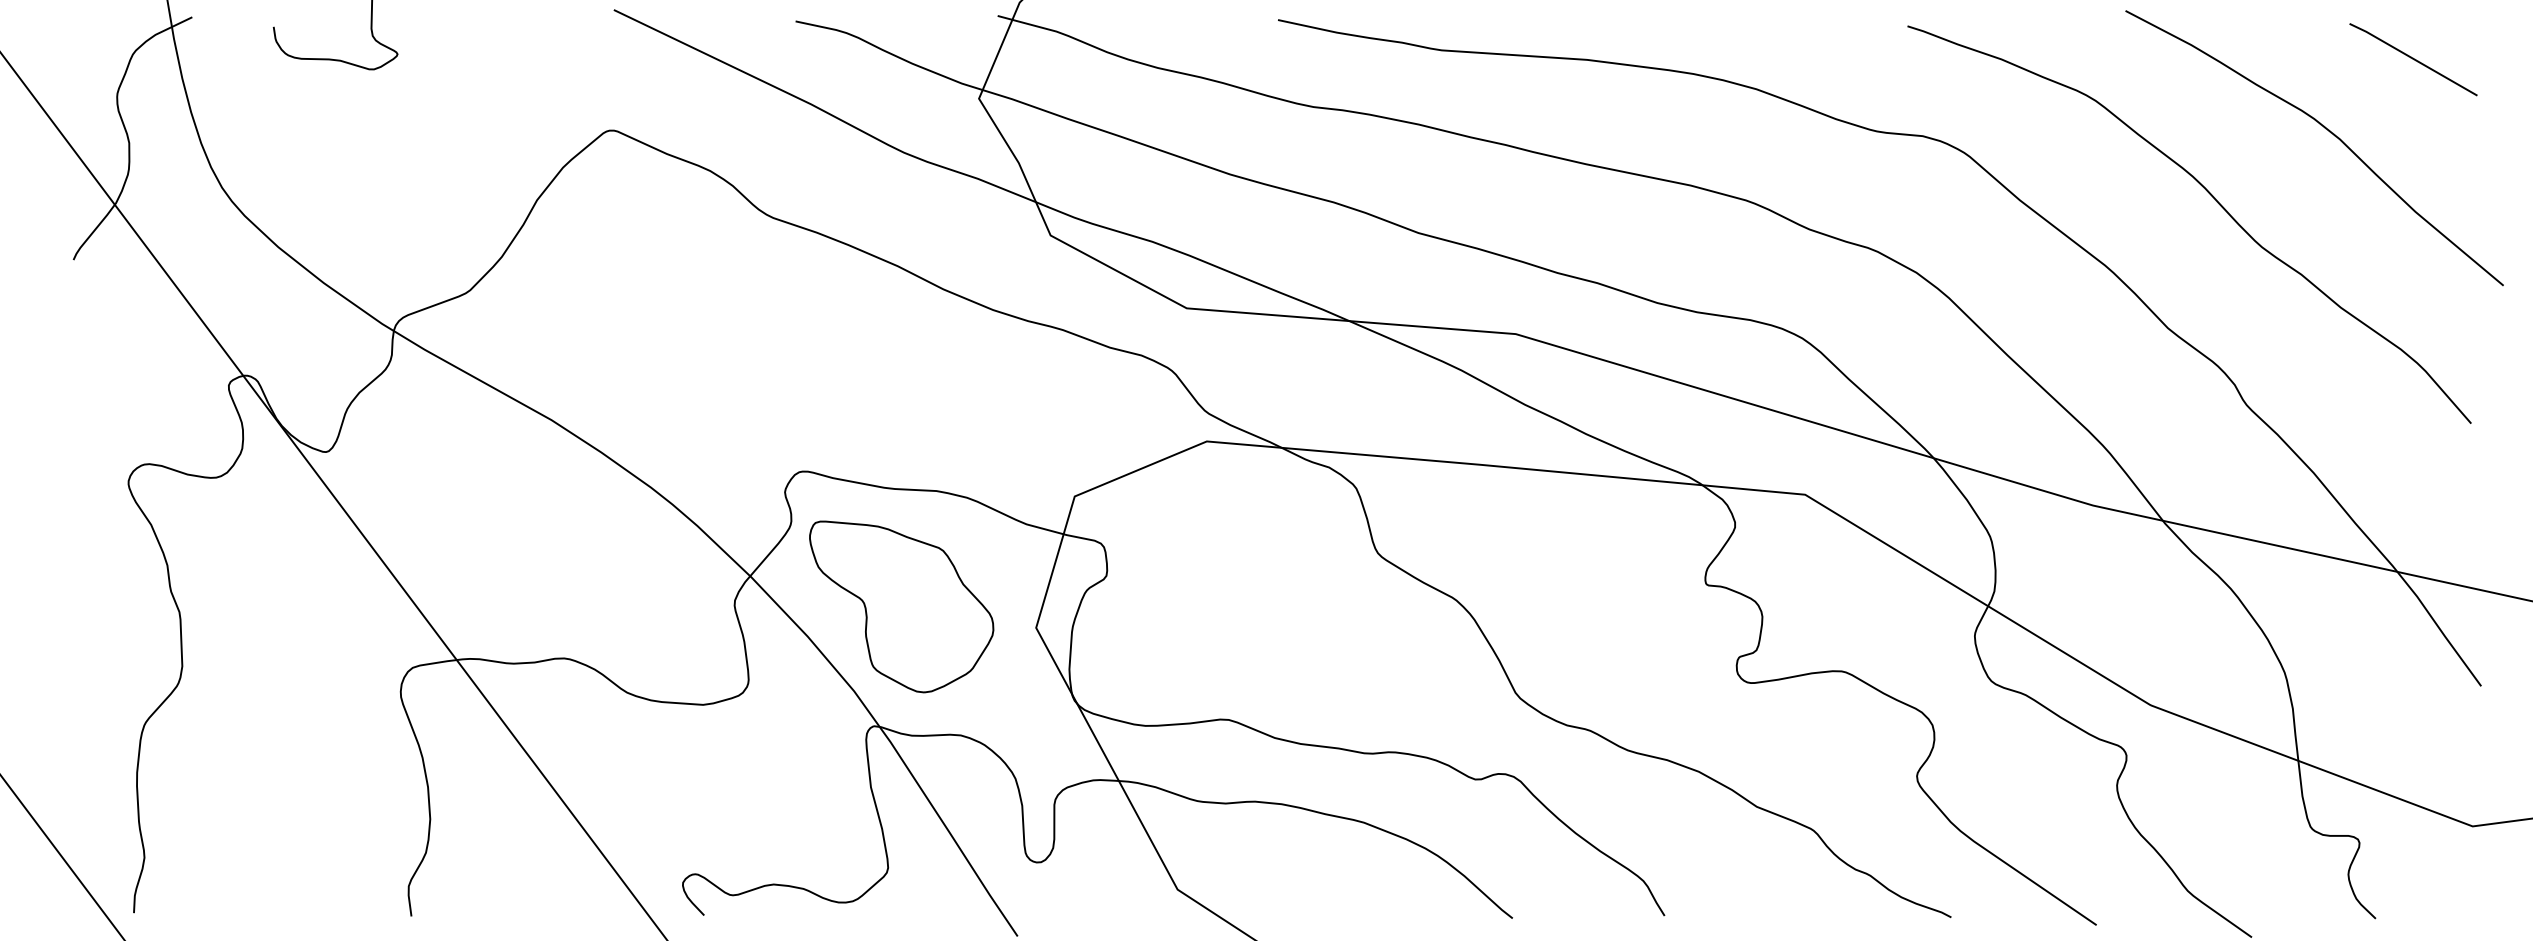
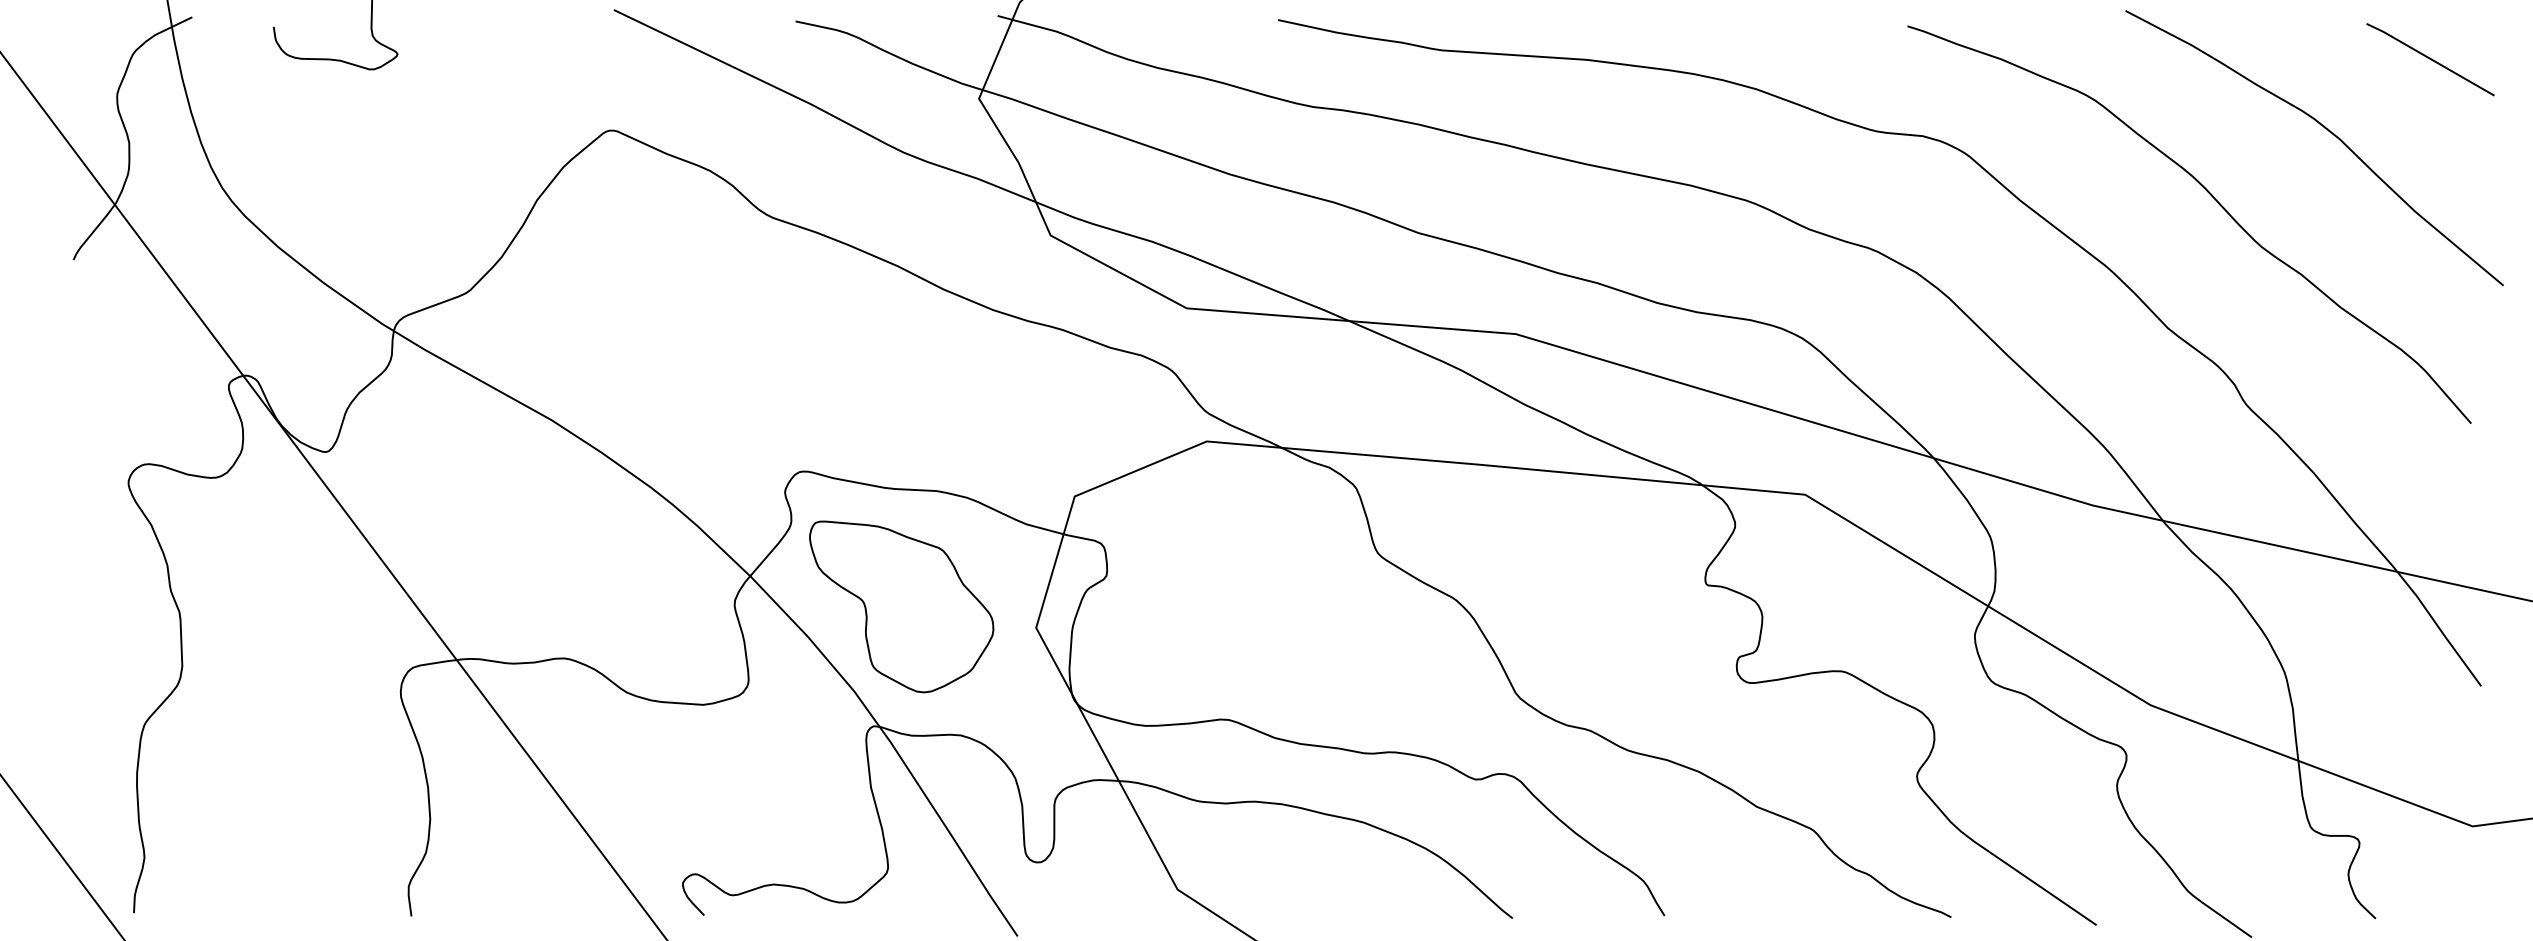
line at (2413, 59) position: (2413, 59) -> (2430, 59)
